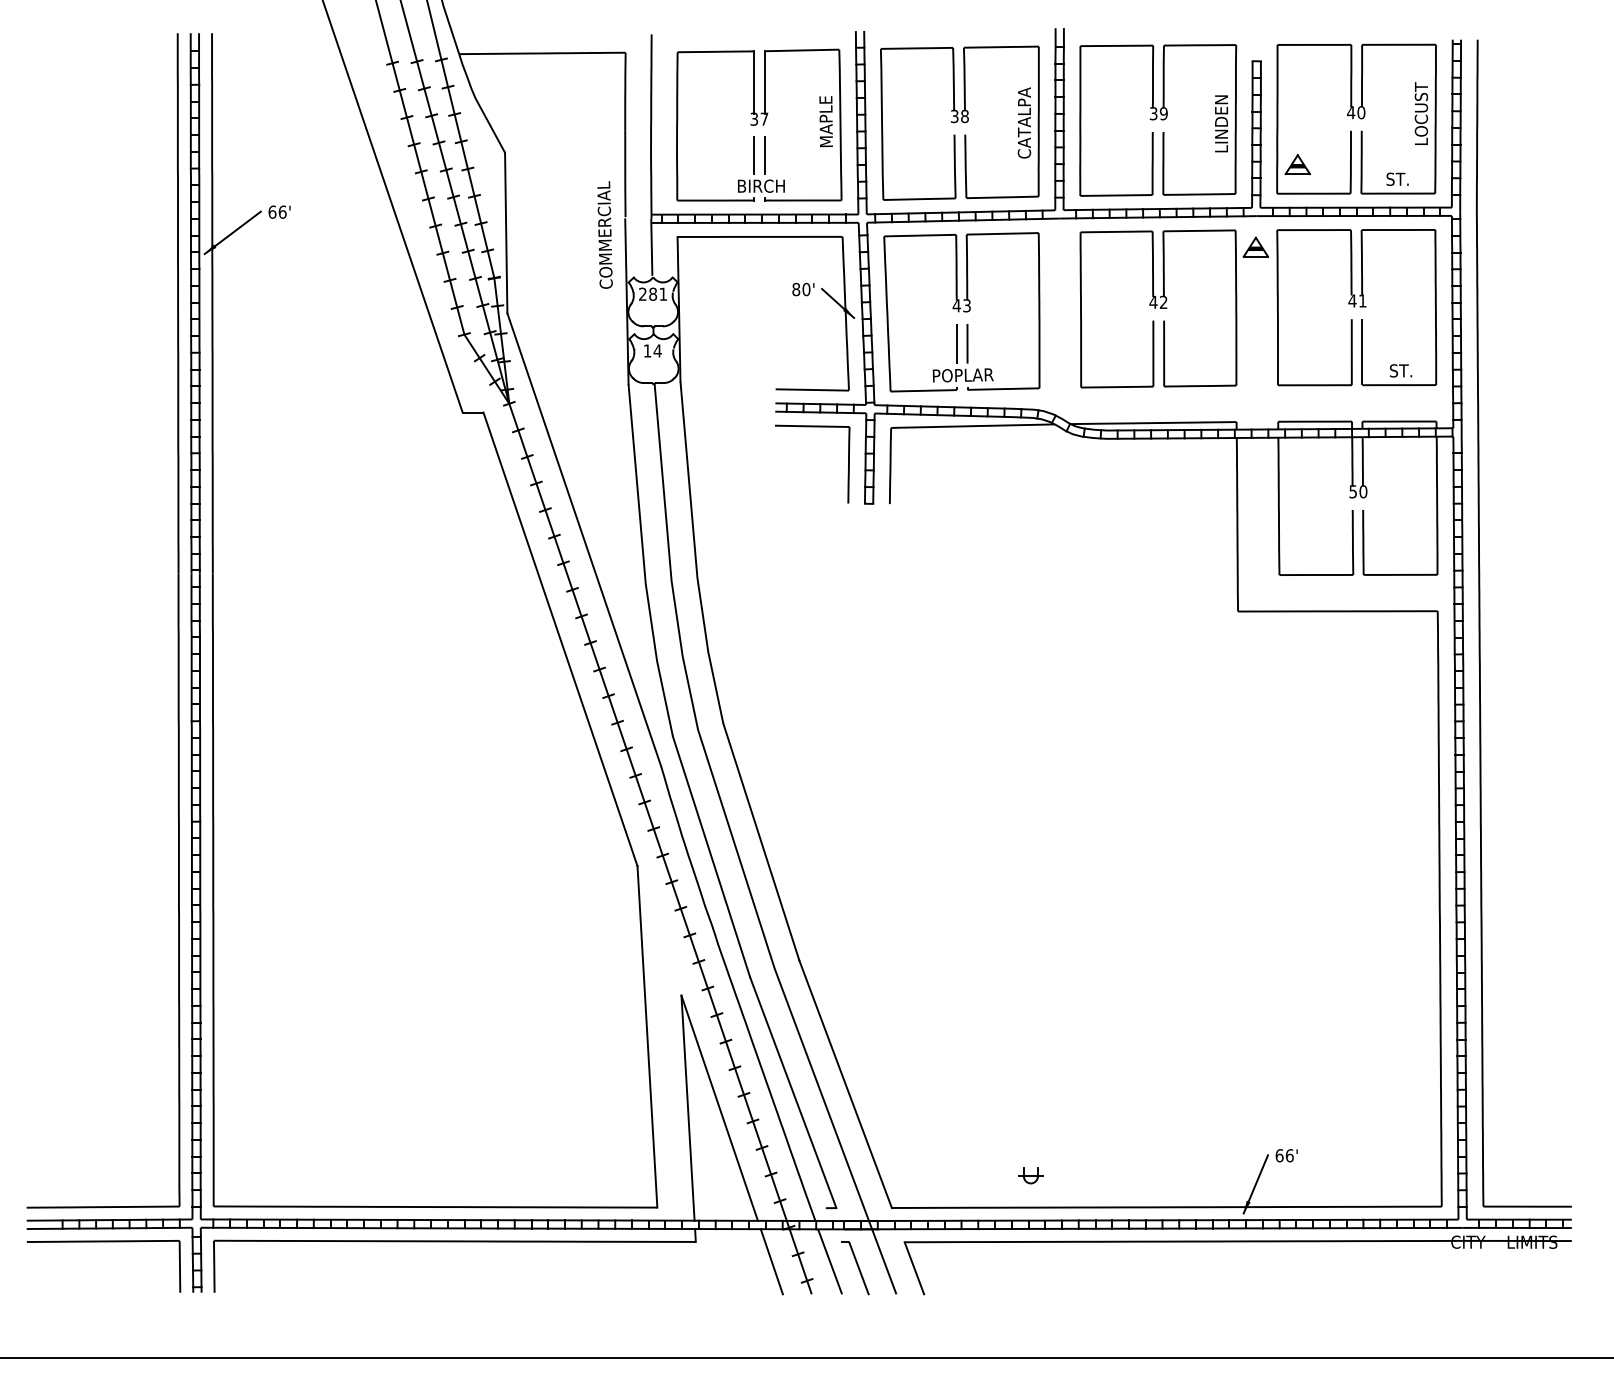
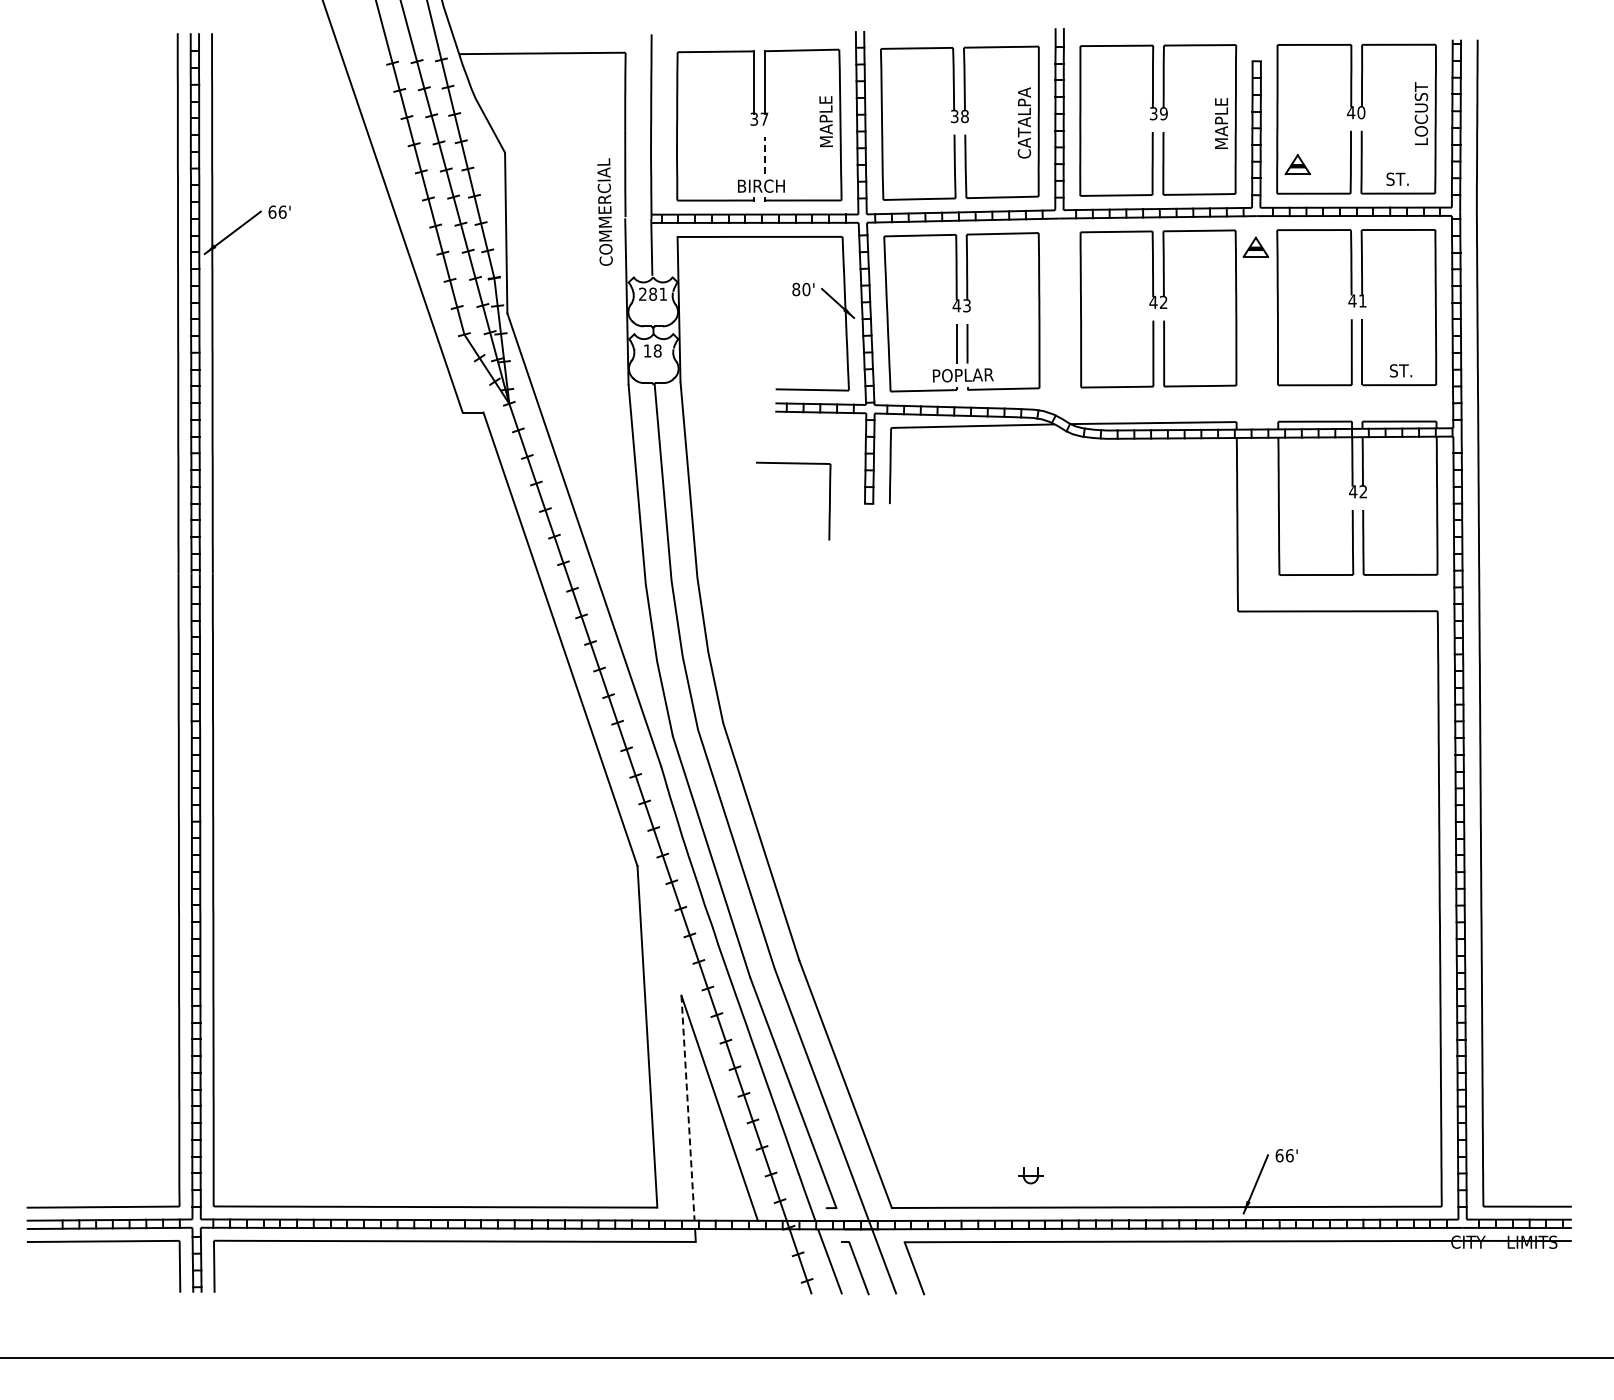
text at (1221, 123): LINDEN -> MAPLE
line at (754, 155): present -> none
line at (764, 155): solid -> dashed
text at (604, 234) position: (604, 234) -> (604, 211)
text at (657, 350): 14 -> 18
part at (812, 427) position: (812, 427) -> (793, 464)
text at (1358, 491): 50 -> 42
line at (688, 1108): solid -> dashed
line at (771, 1261): present -> none
